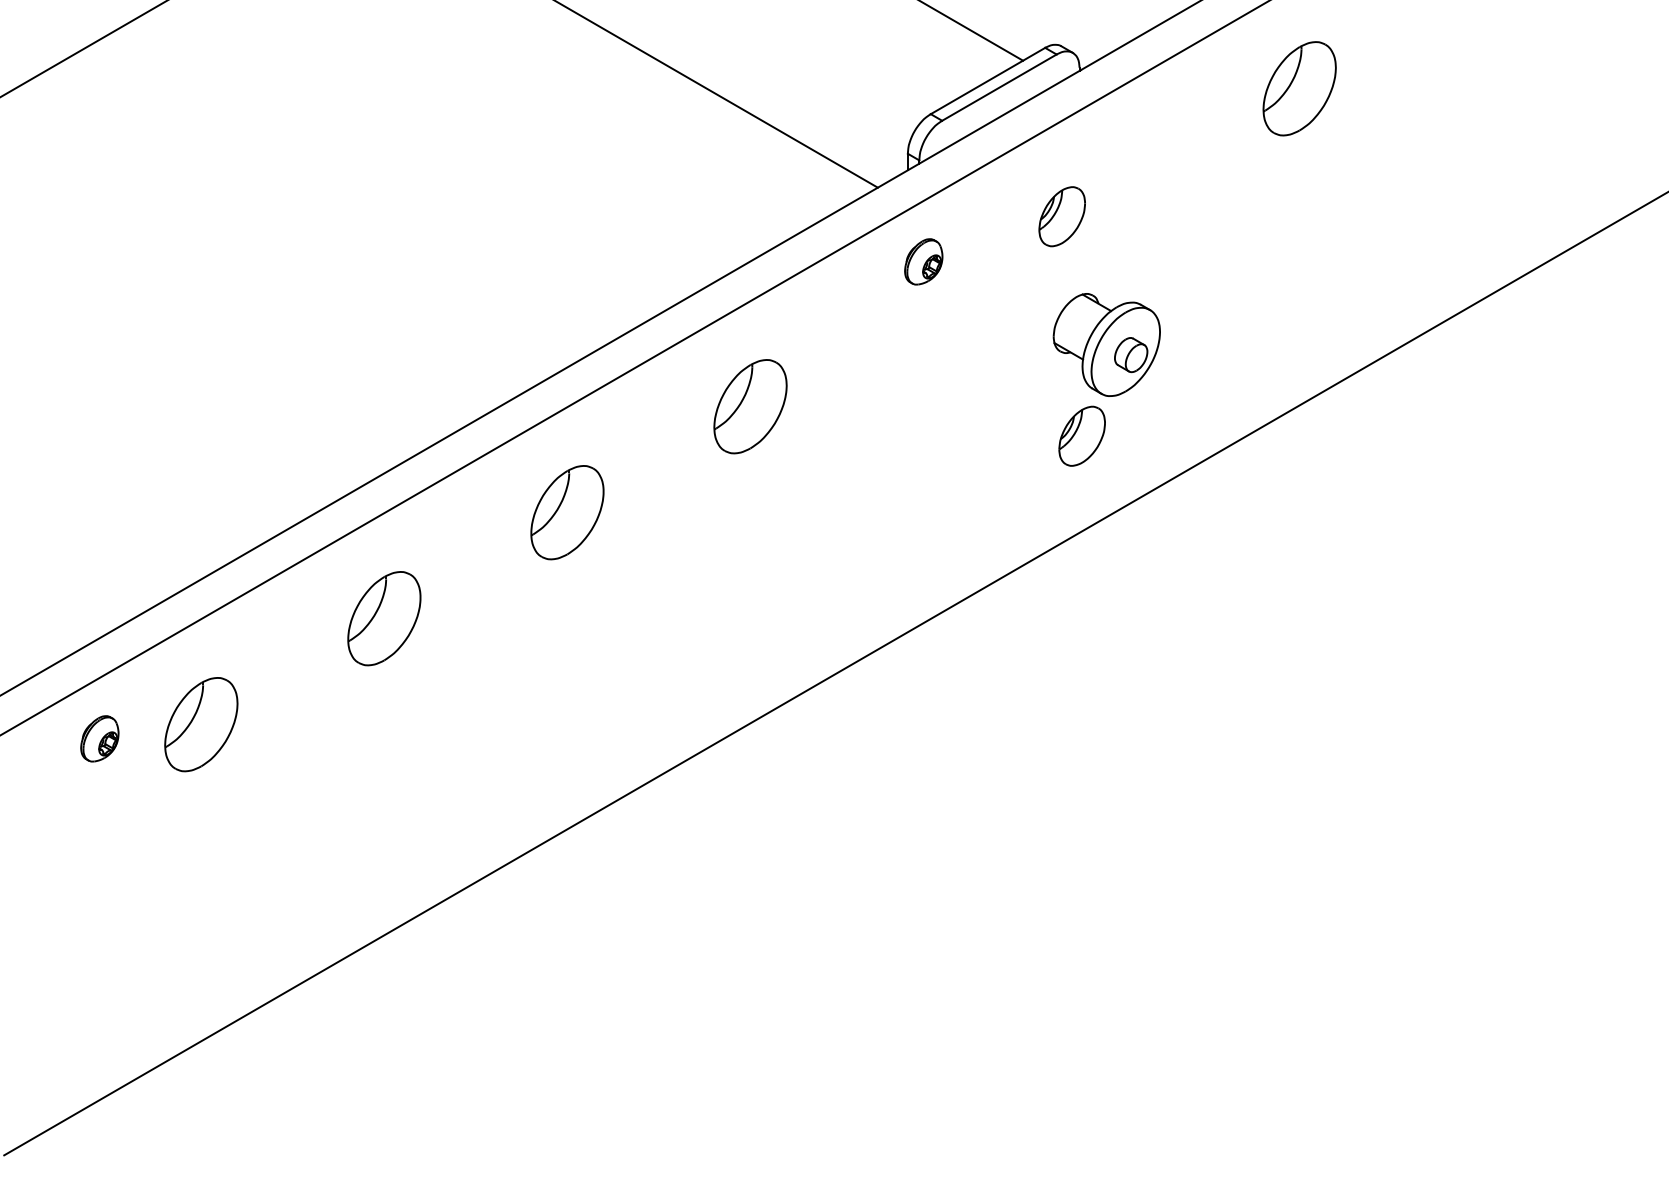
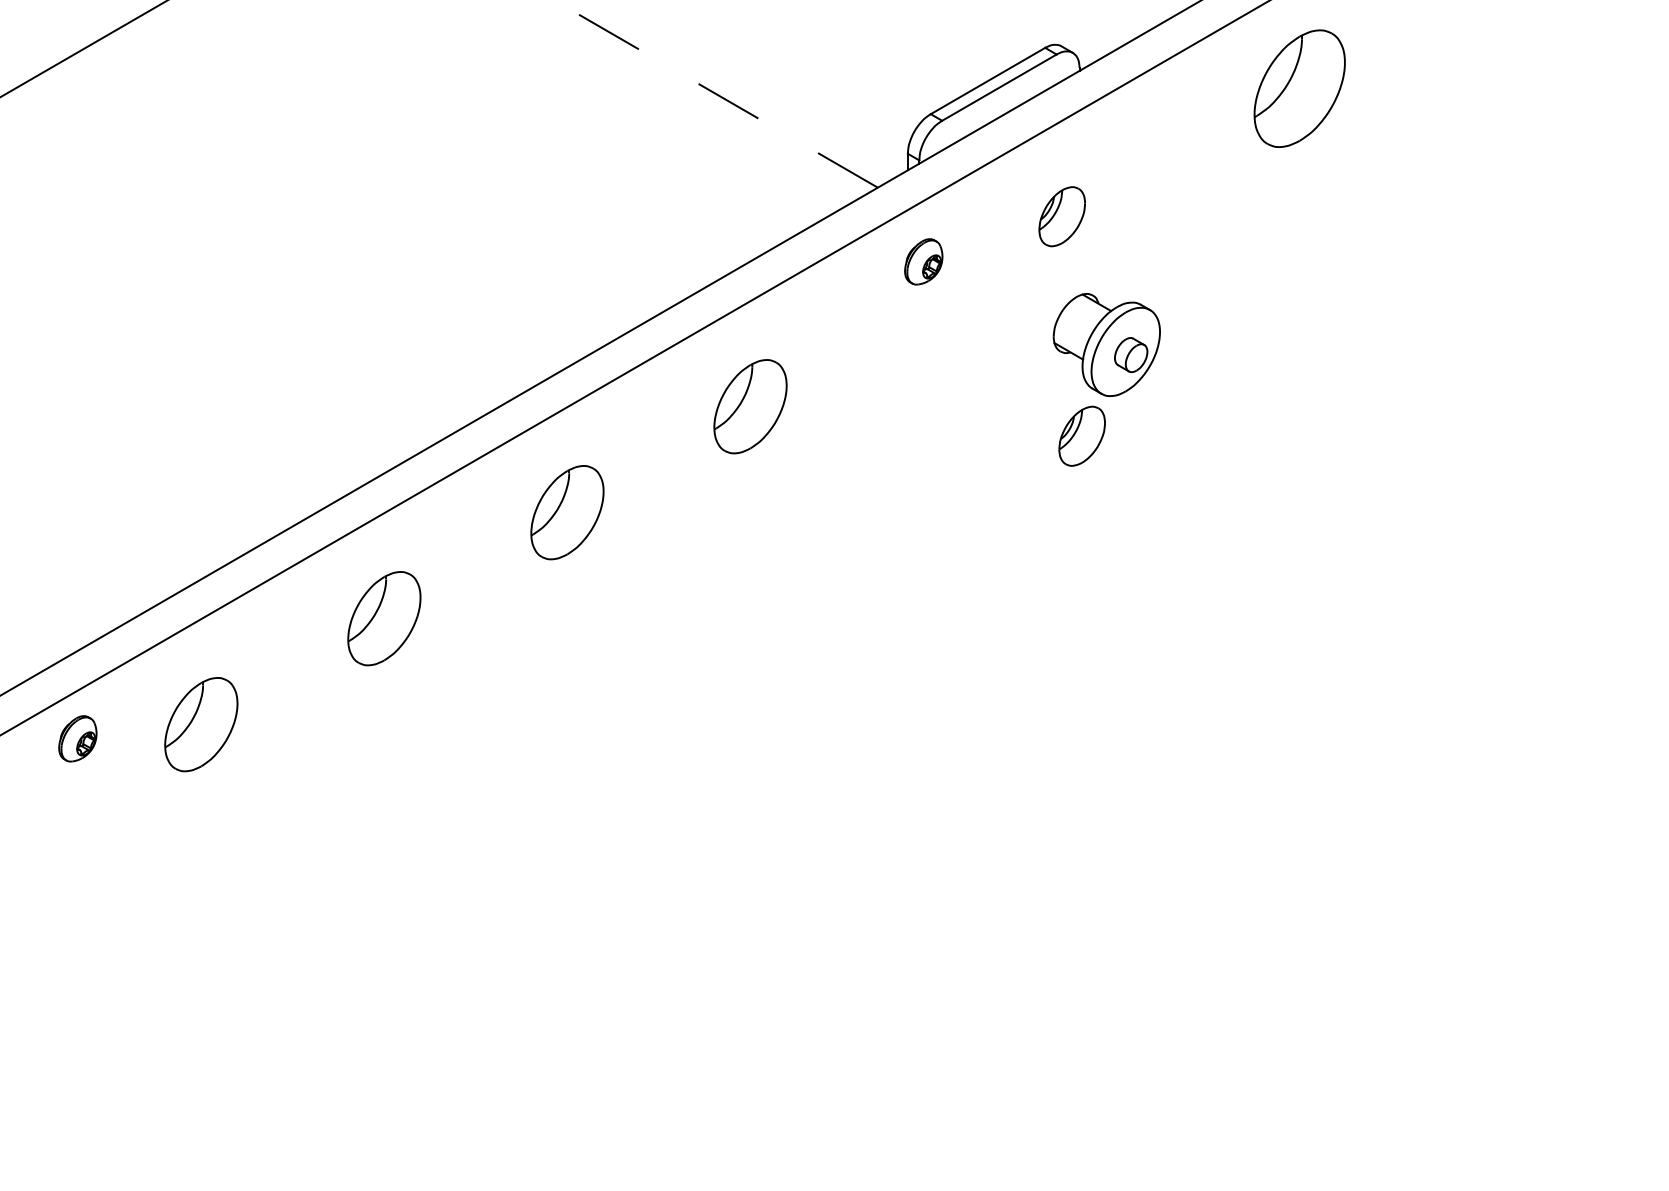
line at (972, 31): present -> none
part at (1299, 88) size: 75x96 px -> 93x119 px
line at (715, 93): solid -> dashed
line at (834, 674): present -> none
part at (99, 738) position: (99, 738) -> (77, 738)
